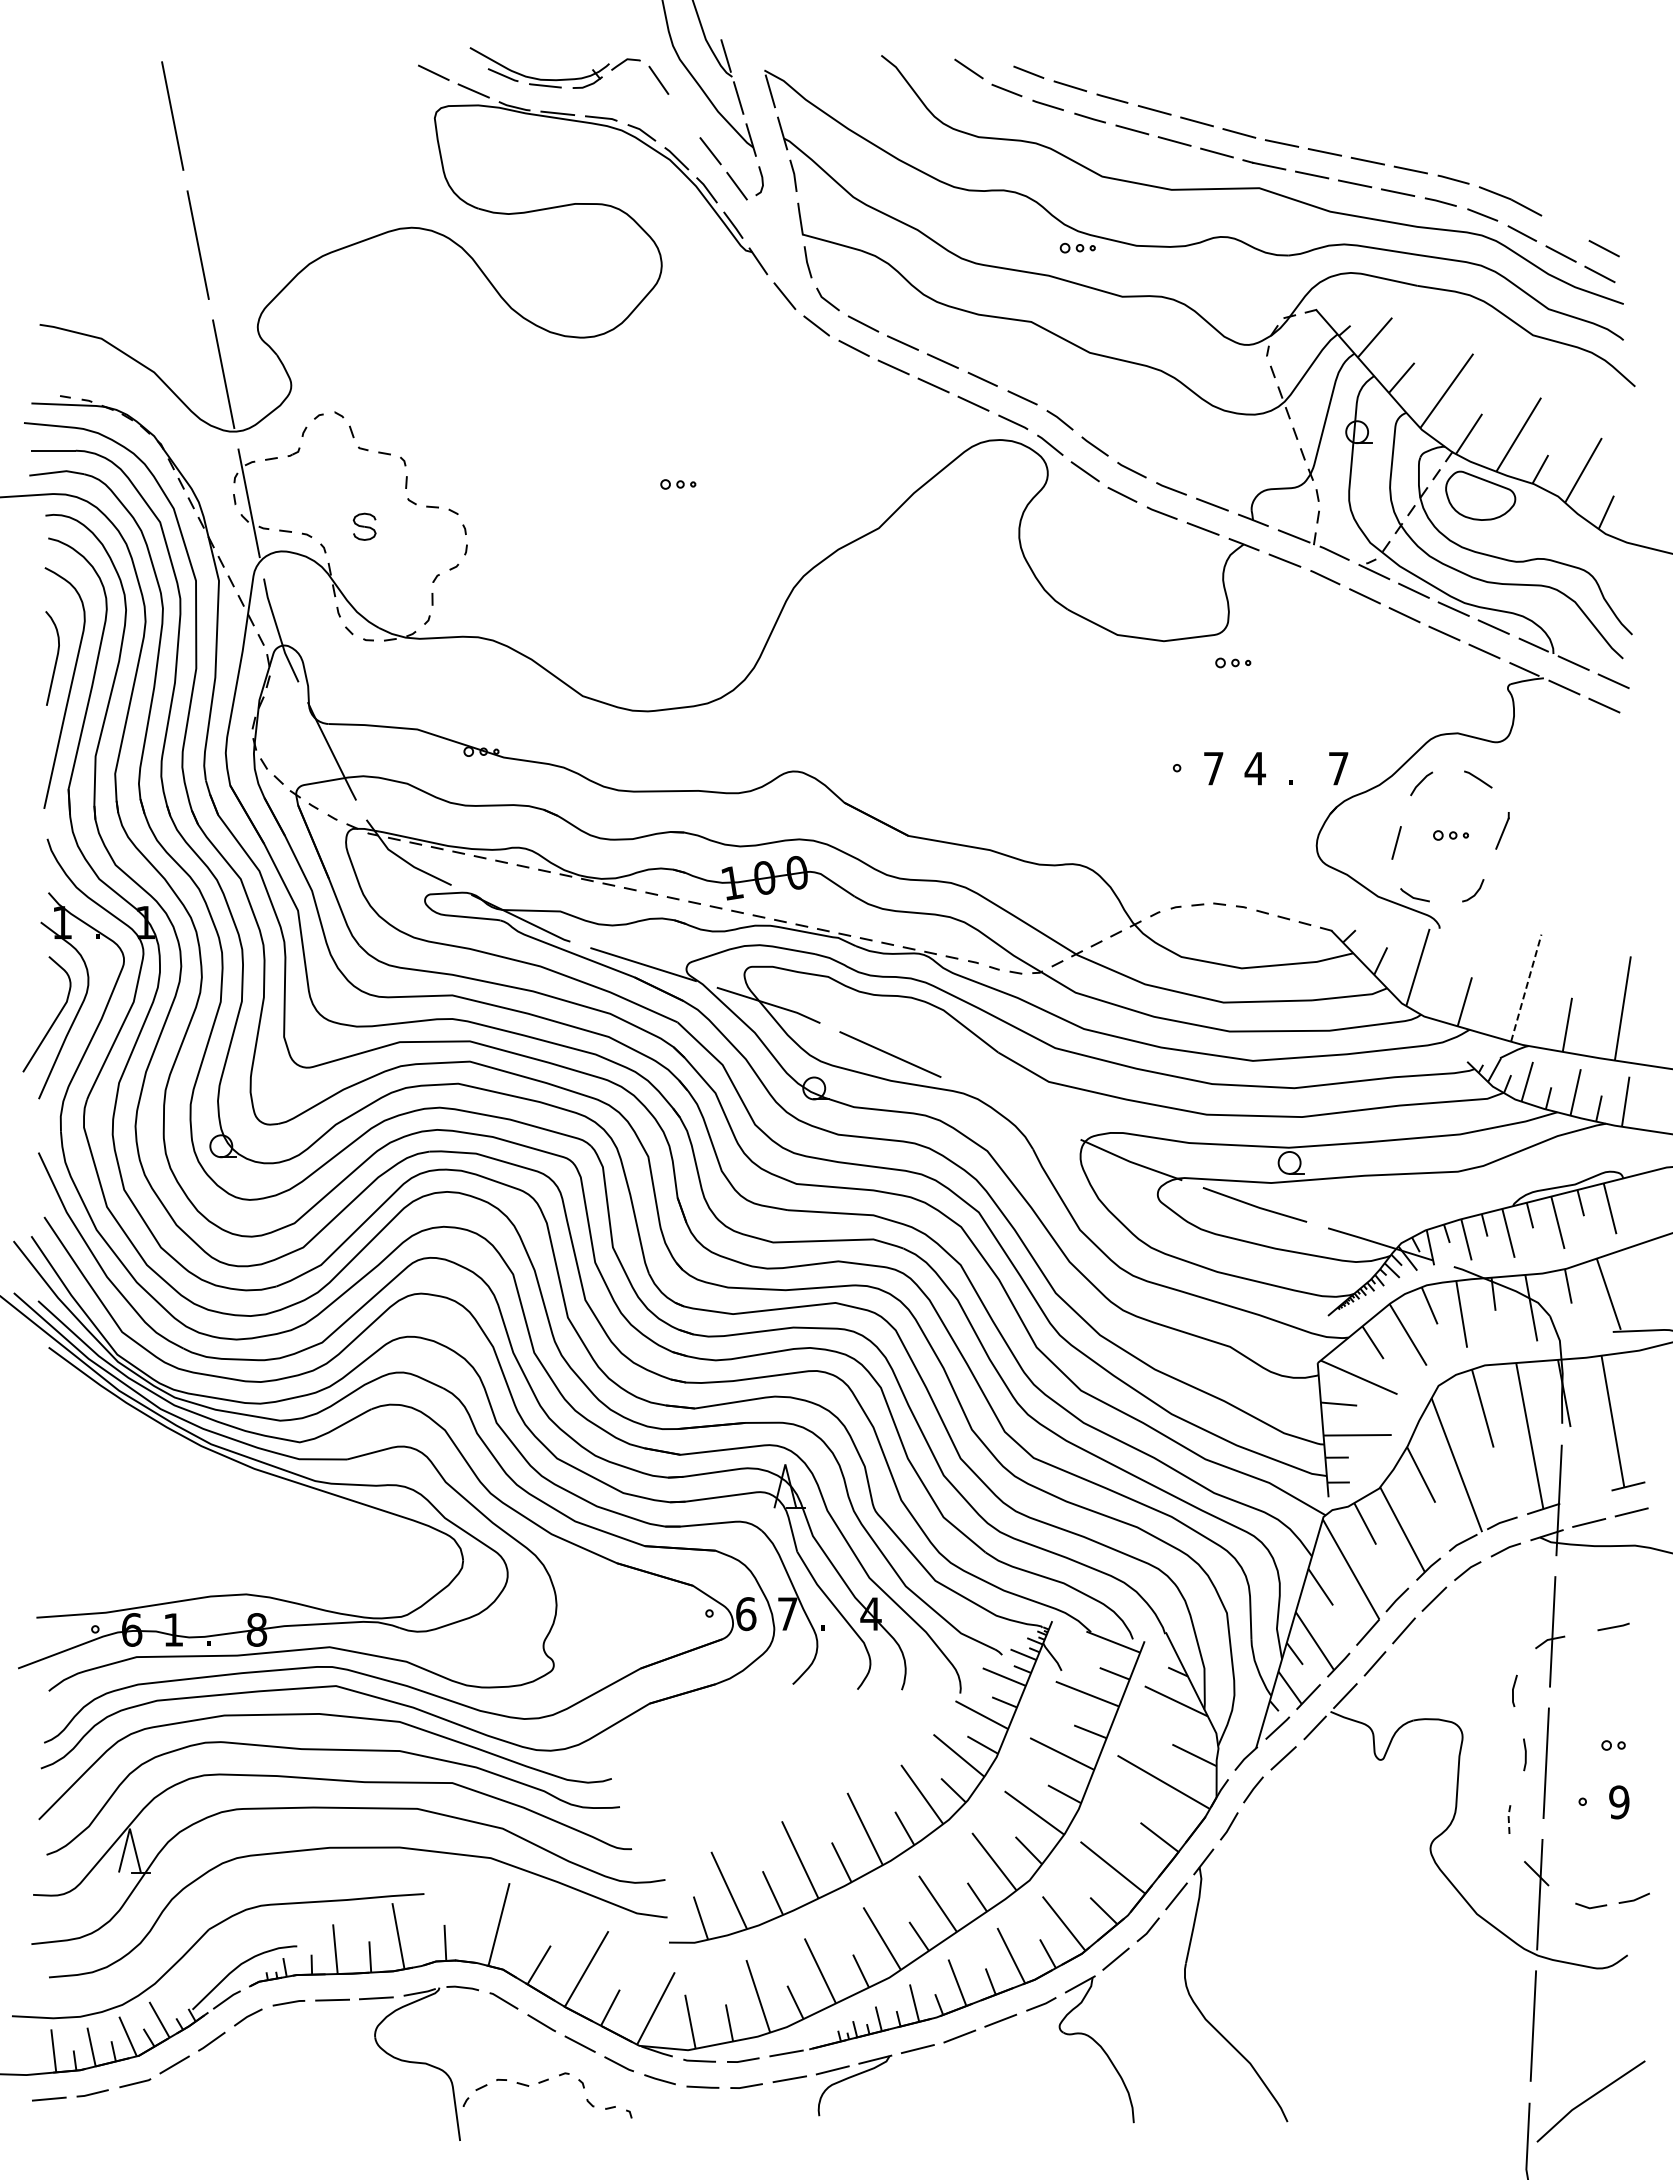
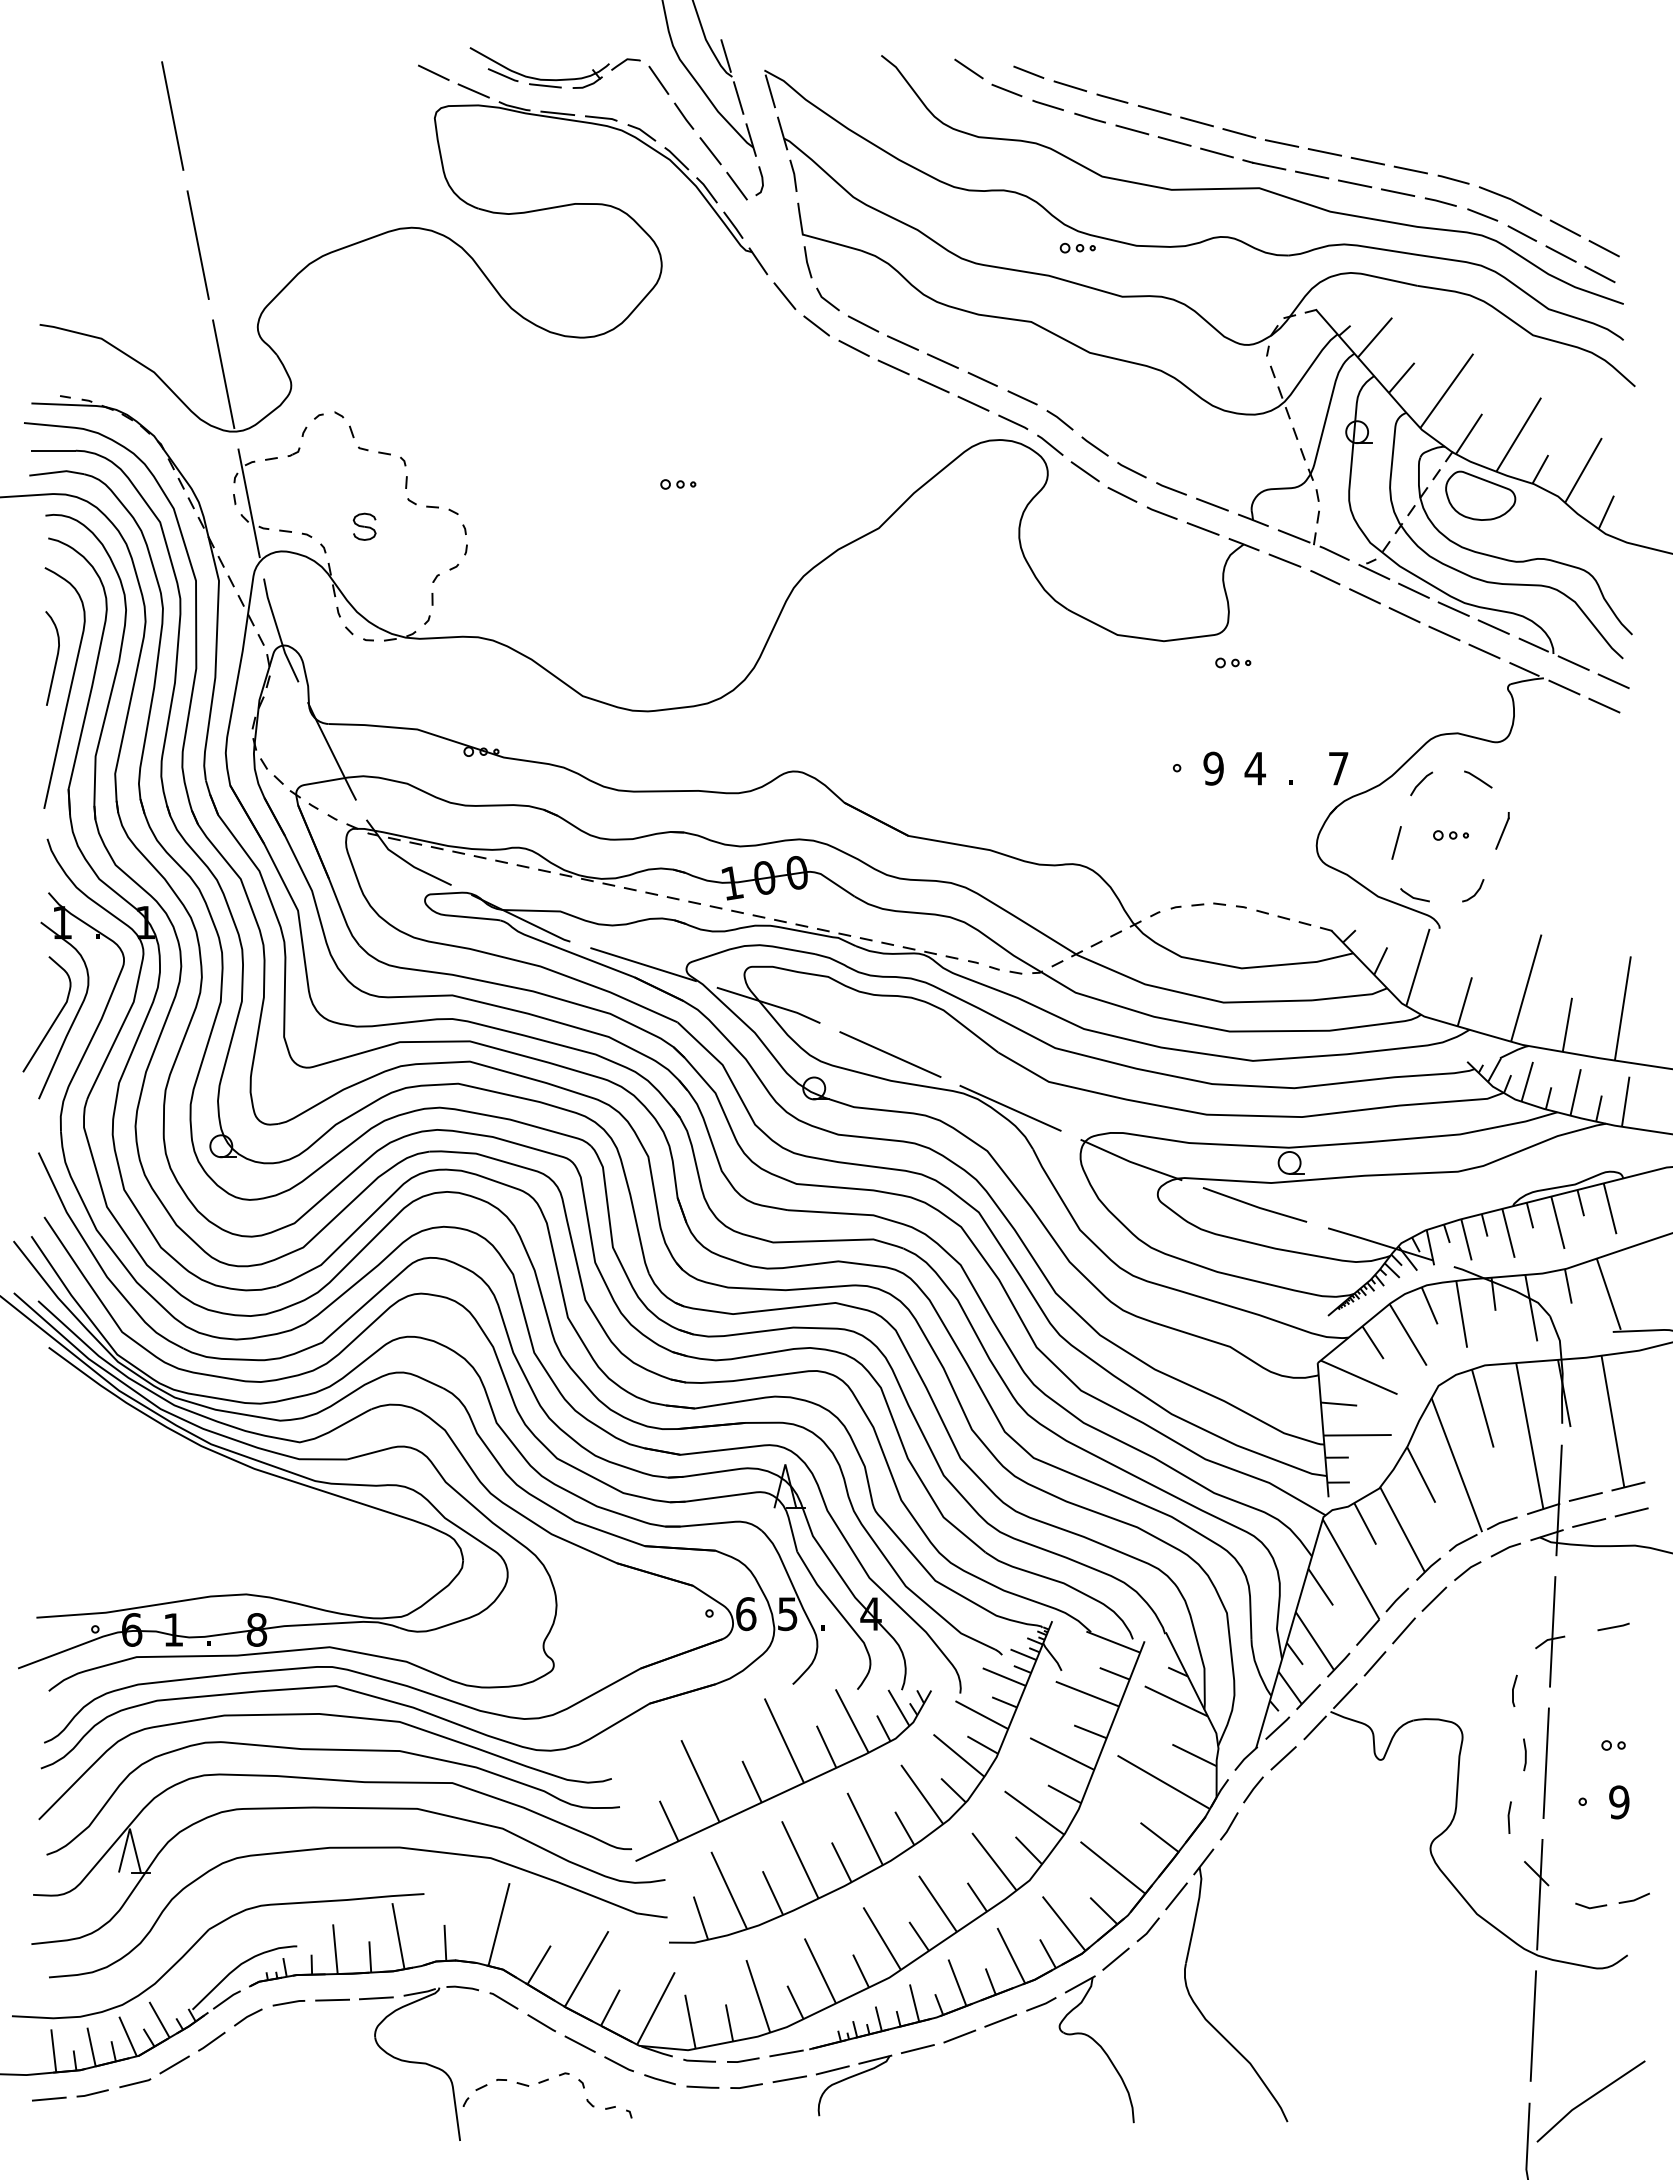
line at (684, 115): none -> present
line at (1564, 227): none -> present
text at (1213, 768): 7 -> 9
line at (1526, 988): dashed -> solid
line at (1010, 1107): none -> present
line at (1585, 1496): none -> present
text at (787, 1614): 7 -> 5
part at (796, 1769): none -> present
line at (1508, 1815): dashed -> solid
